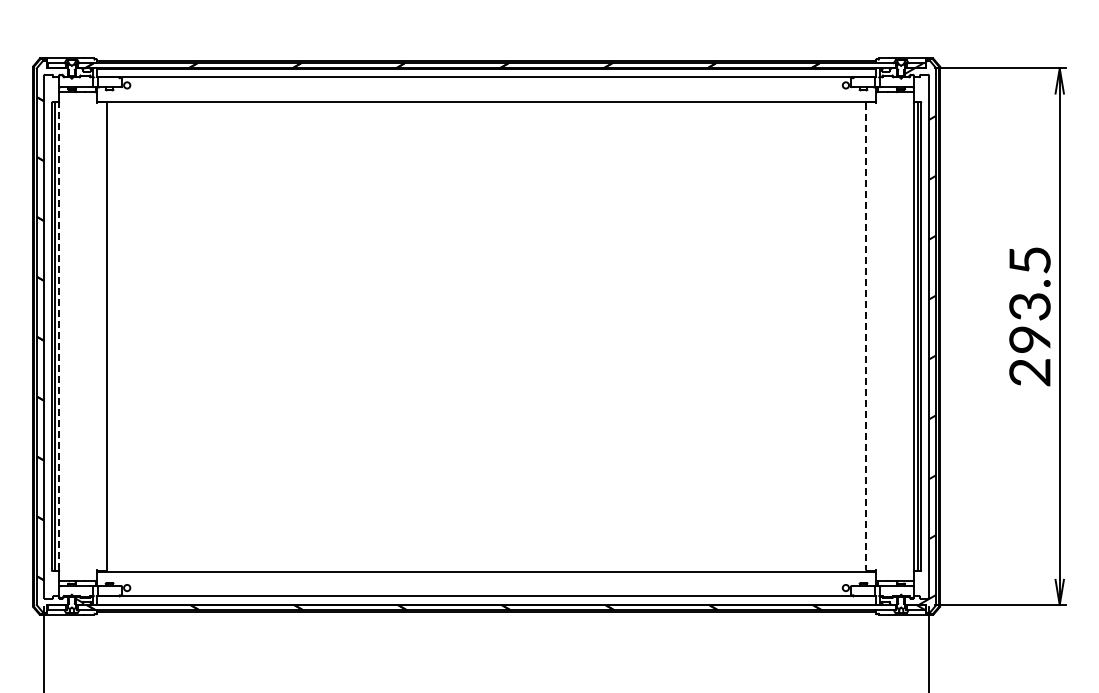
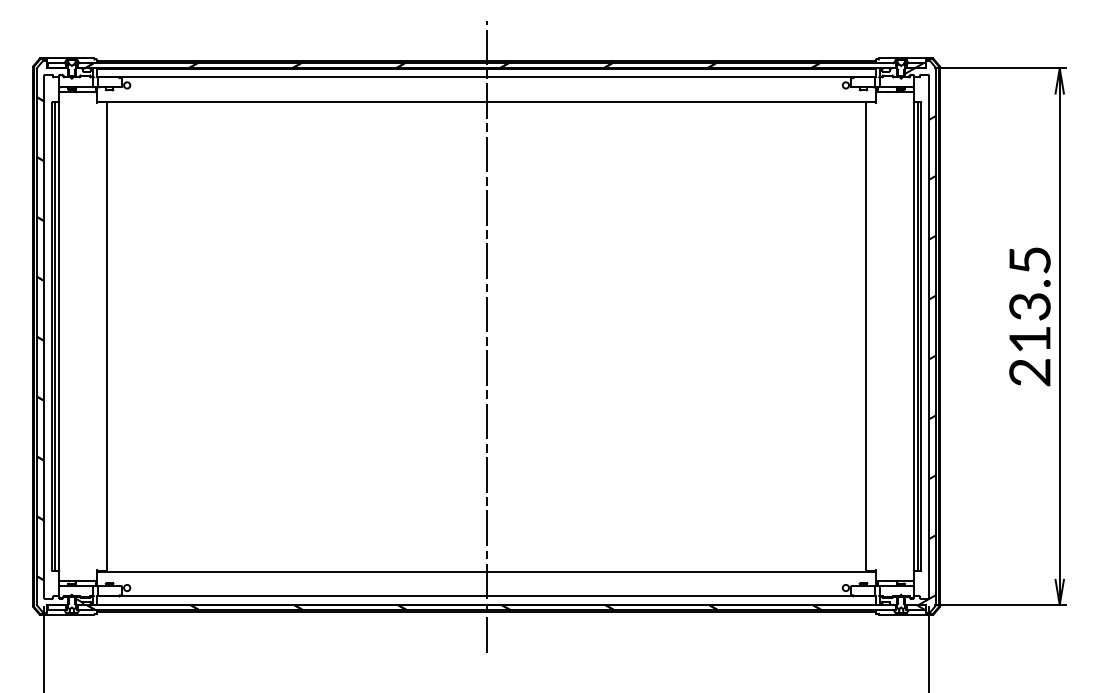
line at (59, 336): dashed -> solid
line at (486, 336): none -> present
line at (866, 336): dashed -> solid
text at (1029, 339): 293.5 -> 213.5
